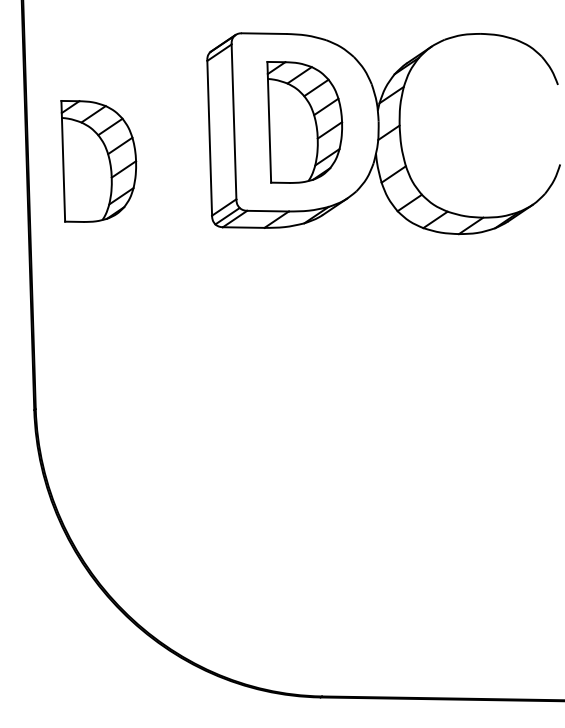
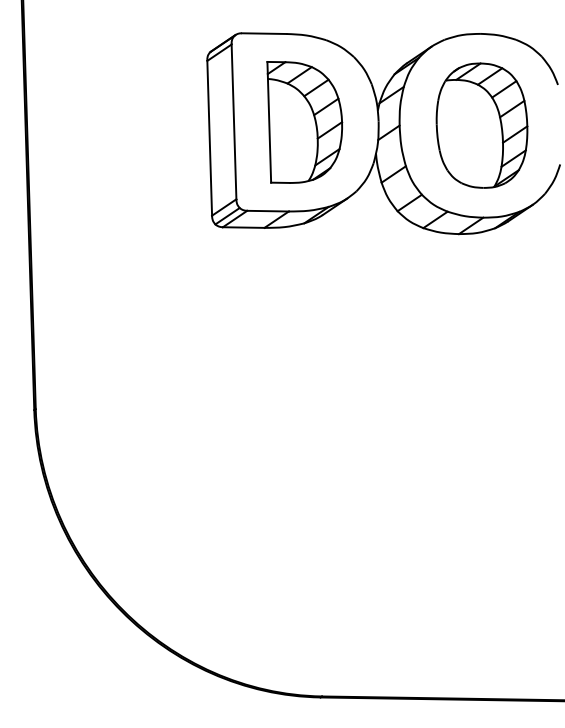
part at (481, 125): none -> present
part at (98, 161): present -> none
